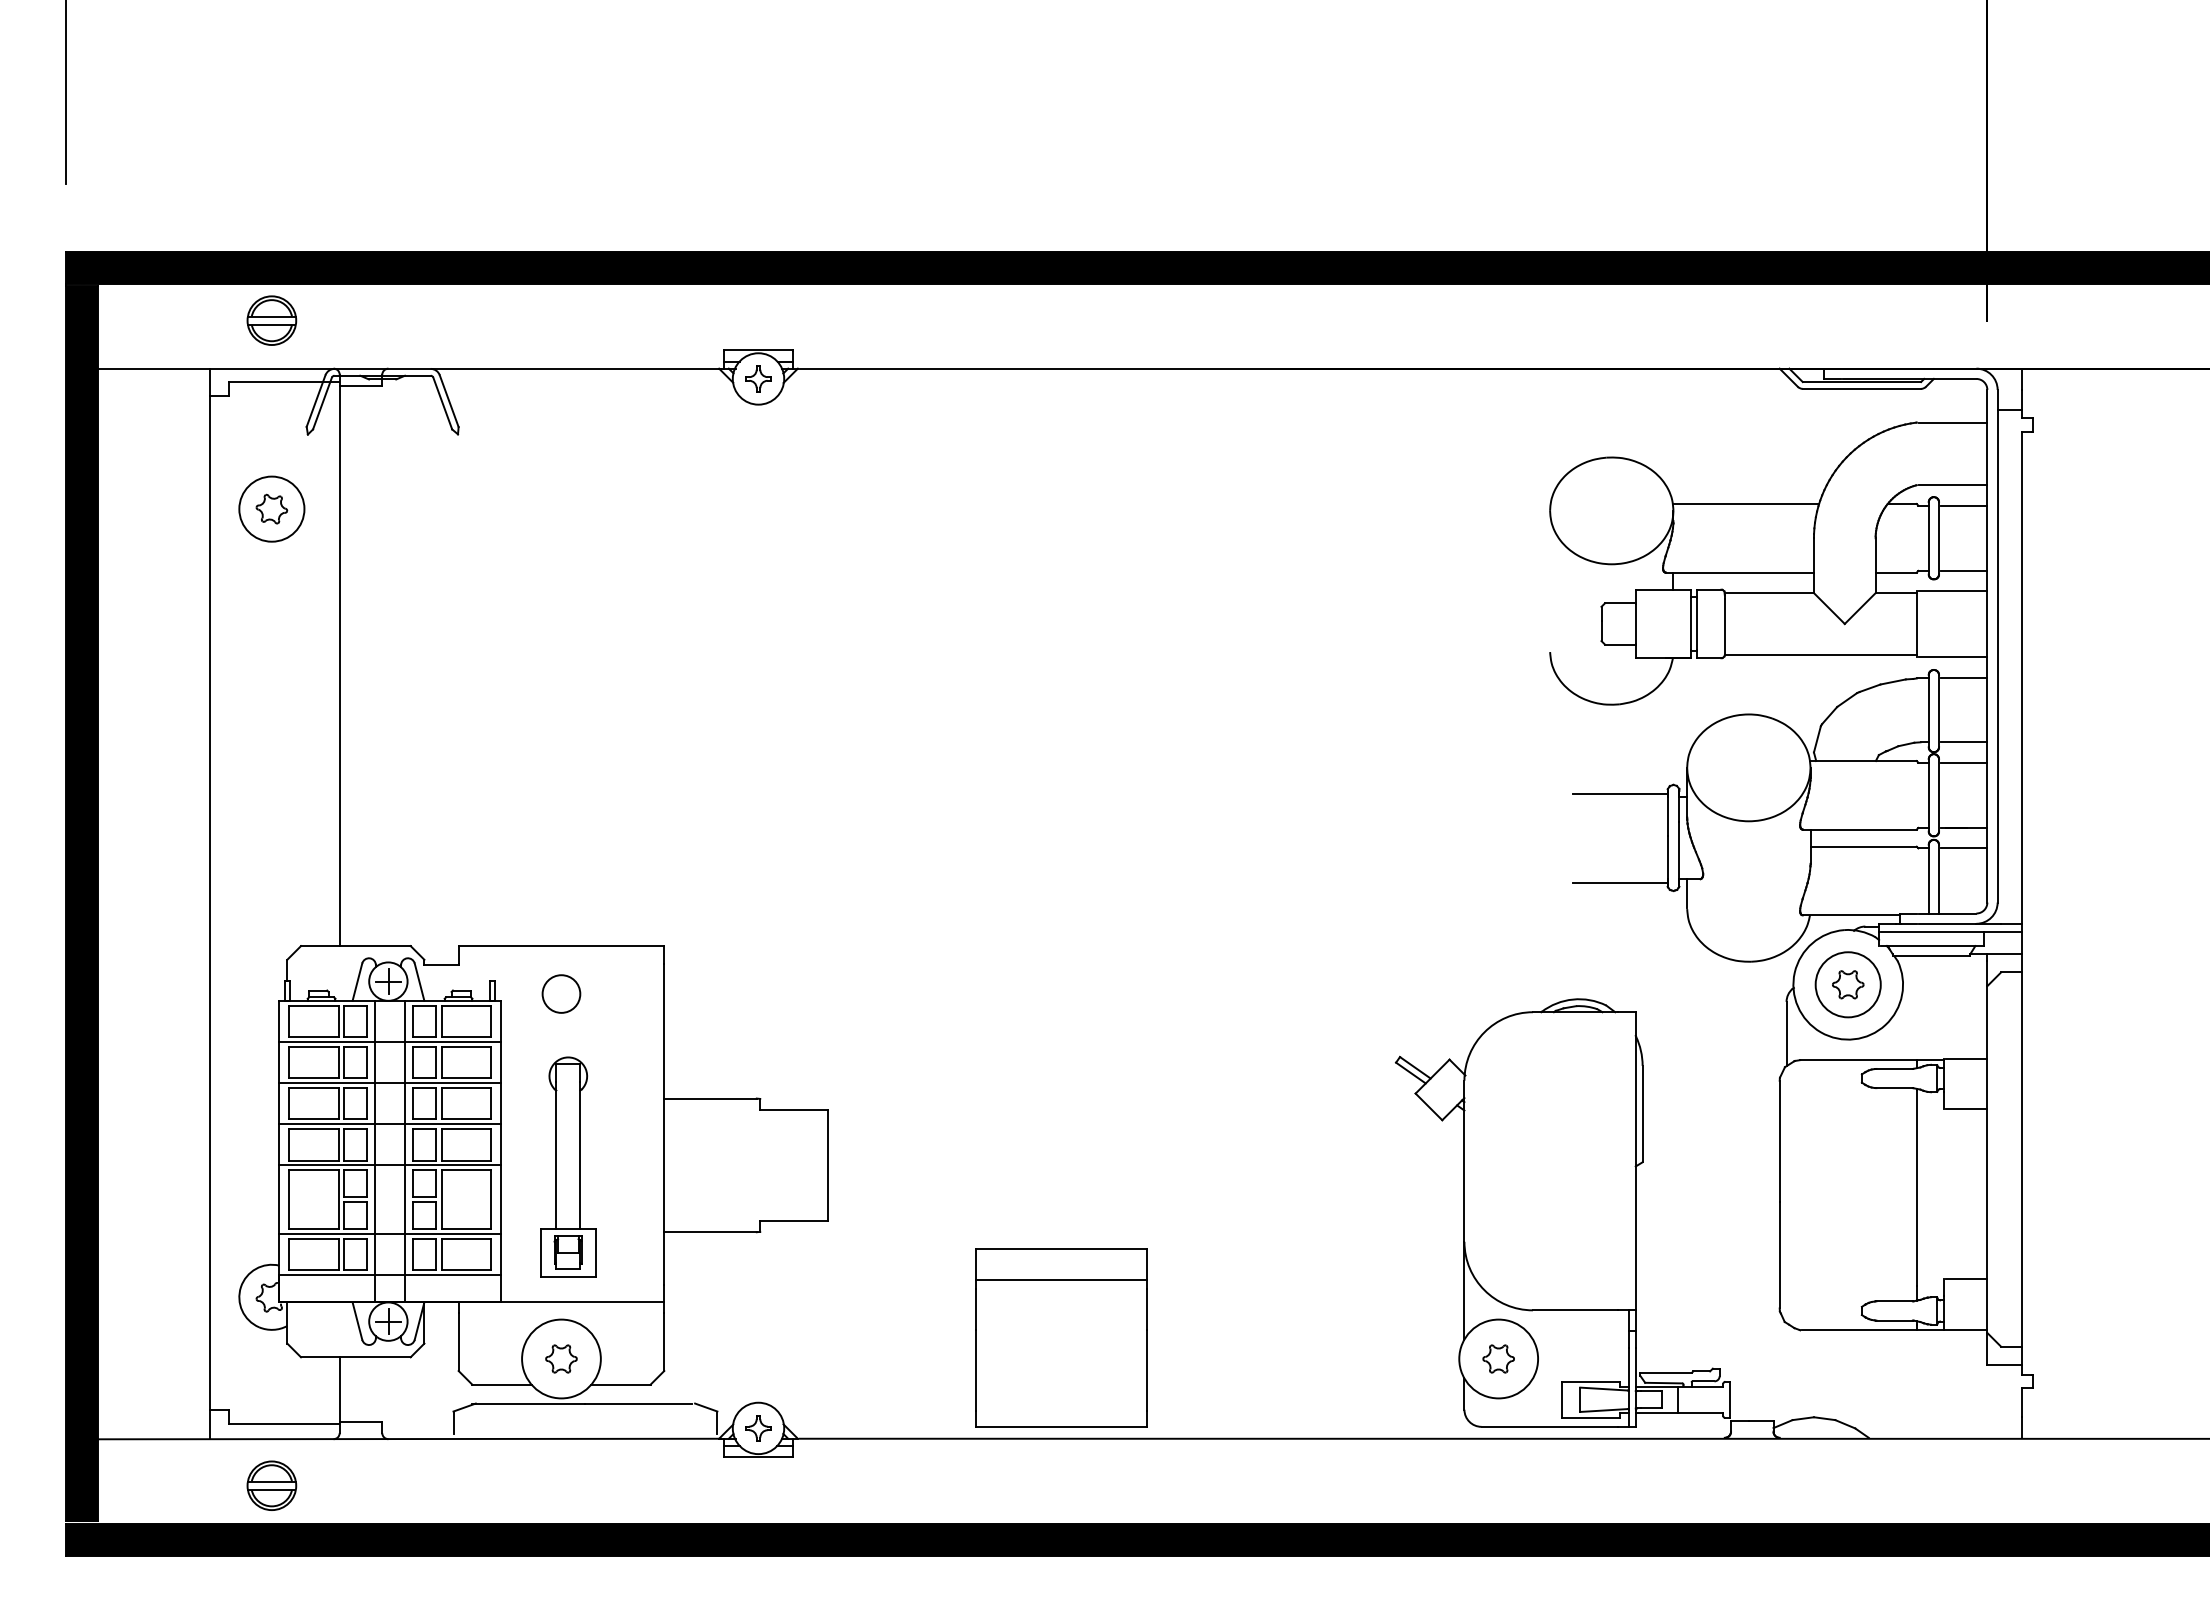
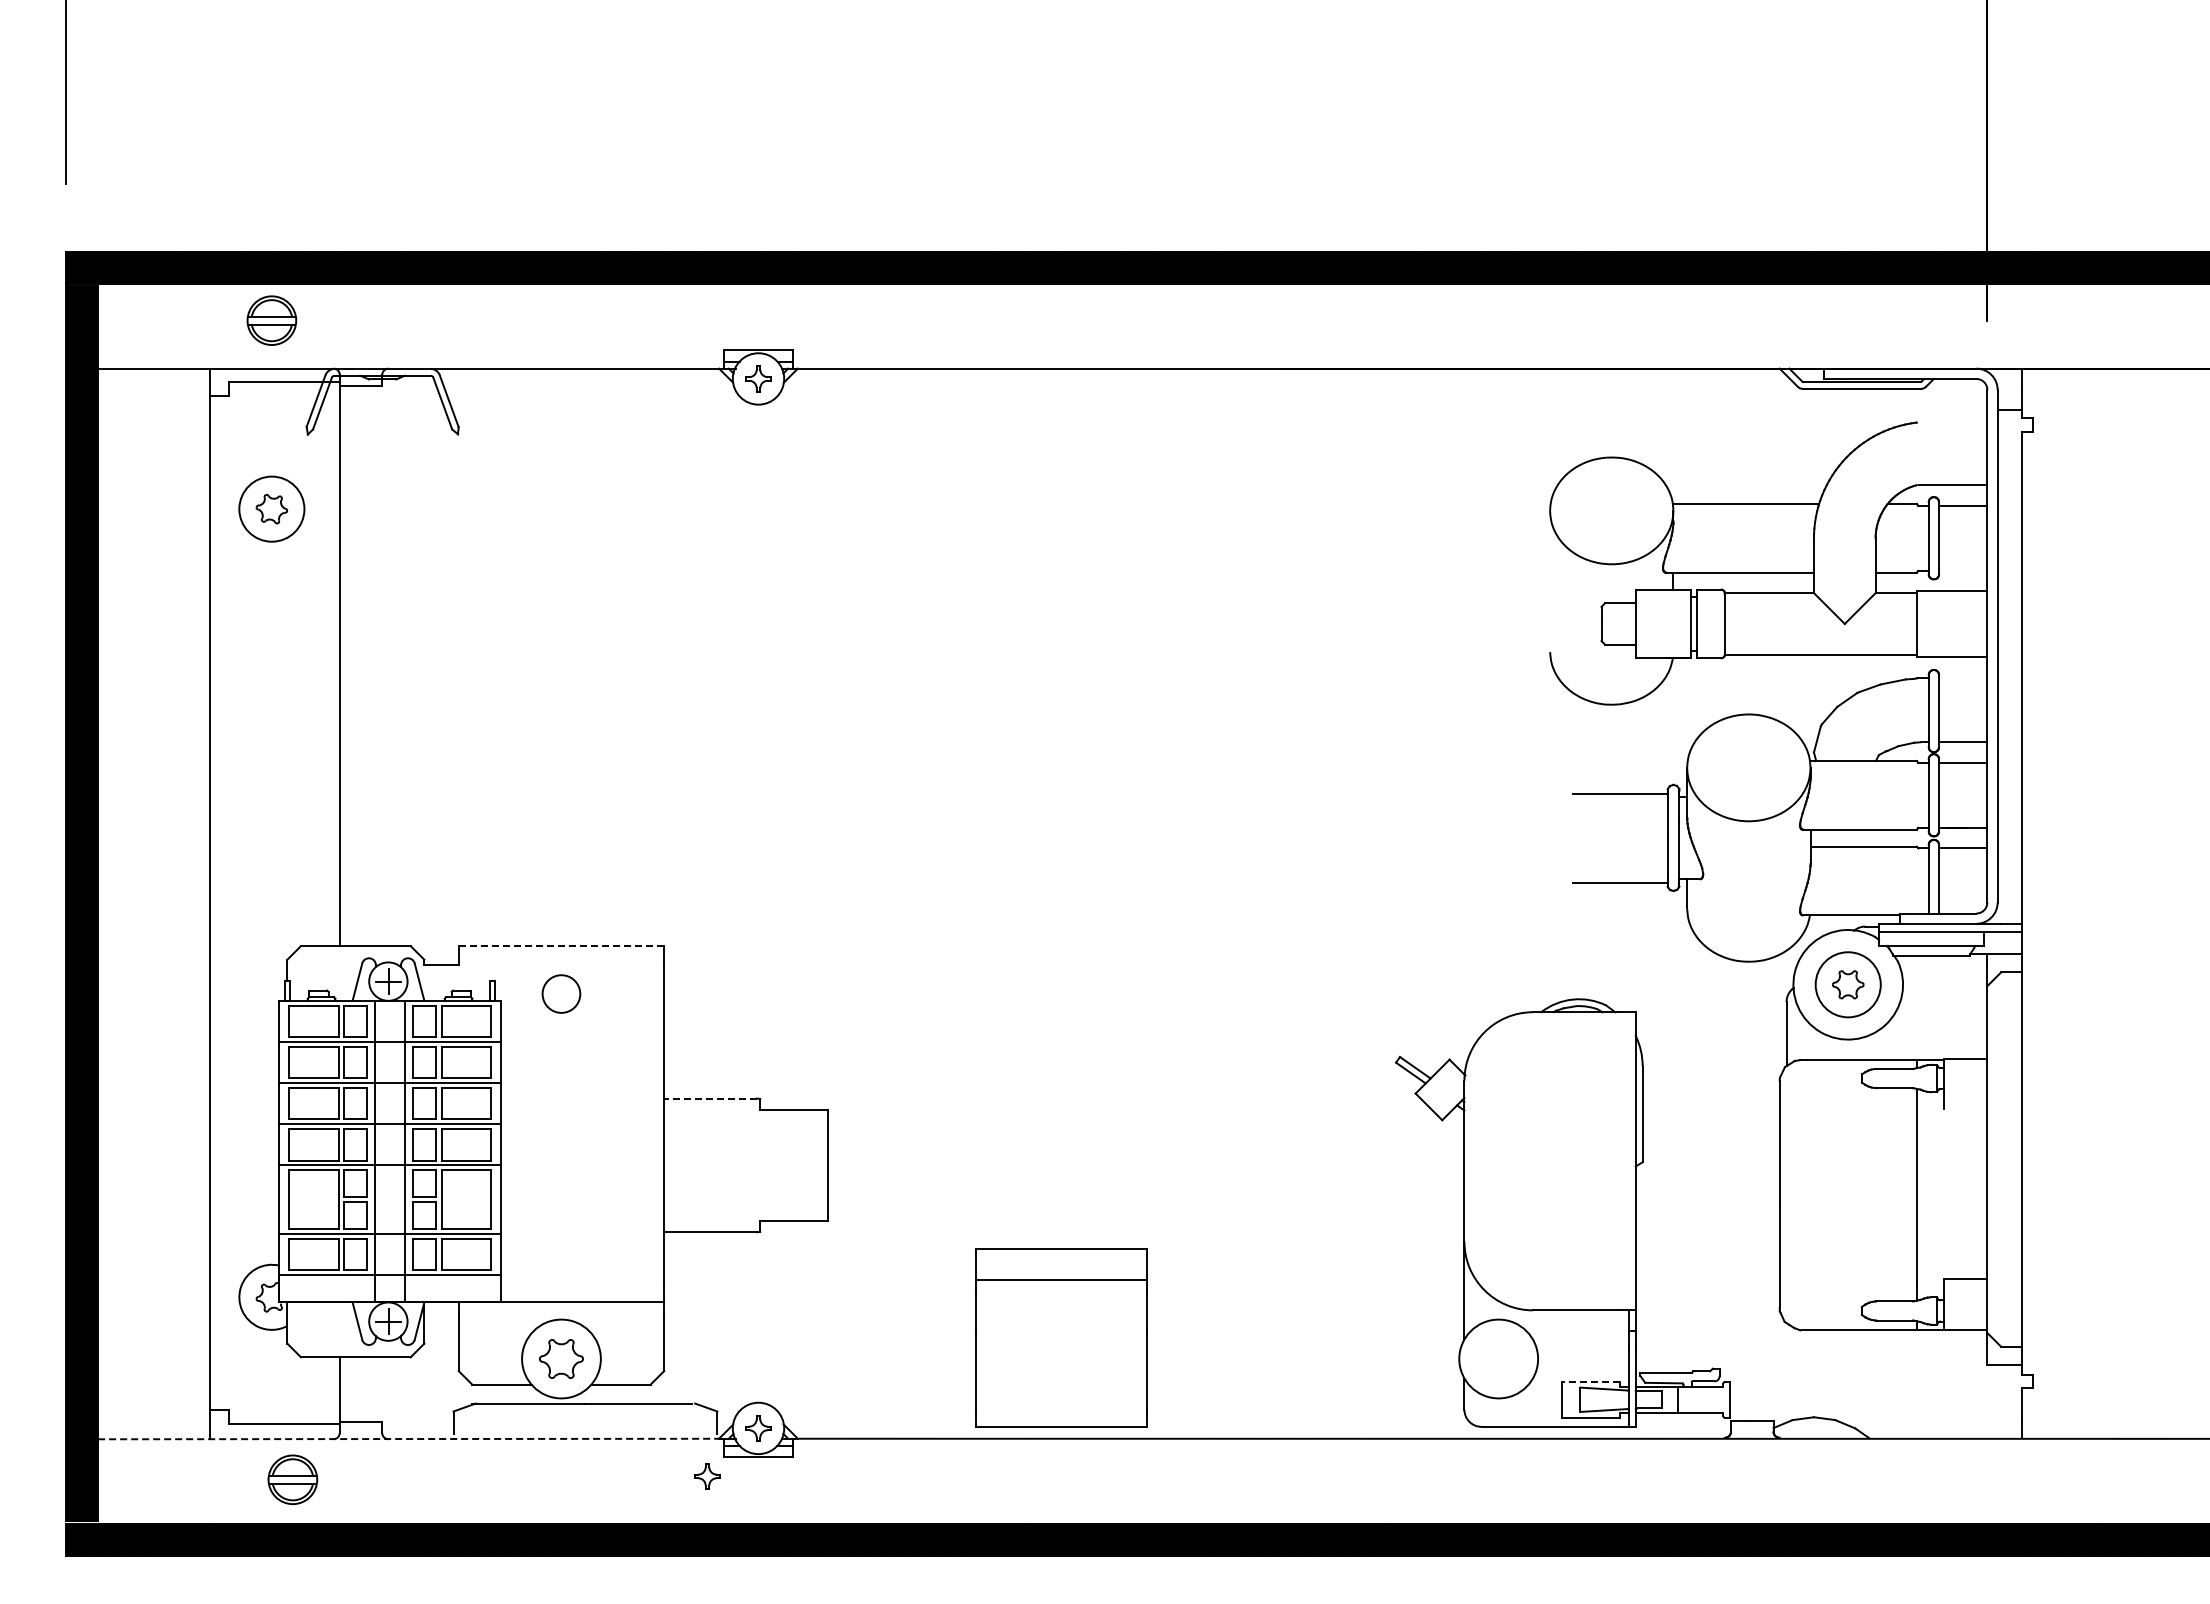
line at (1952, 422): present -> none
line at (1964, 570): present -> none
line at (1964, 678): present -> none
line at (561, 946): solid -> dashed
line at (710, 1098): solid -> dashed
line at (1966, 1109): present -> none
part at (568, 1166): present -> none
part at (561, 1358) size: 33x30 px -> 45x40 px
part at (1498, 1358): present -> none
line at (1590, 1381): solid -> dashed
line at (409, 1439): solid -> dashed
part at (707, 1476): none -> present
part at (271, 1485) position: (271, 1485) -> (292, 1479)
